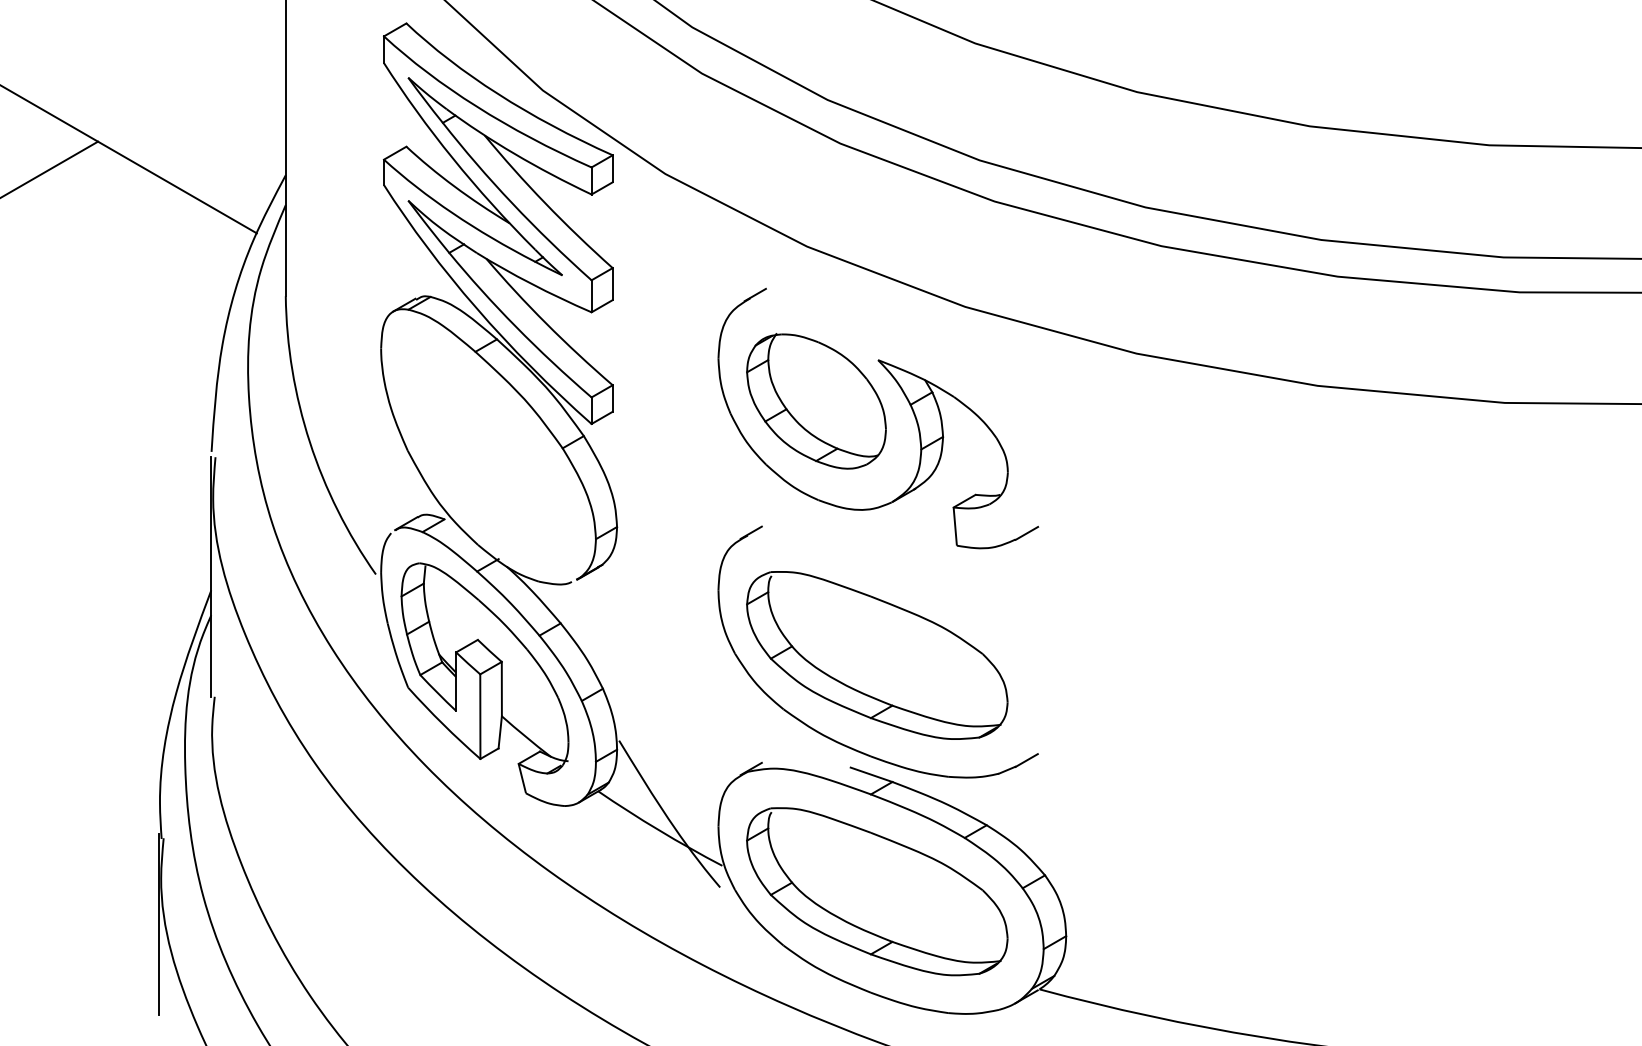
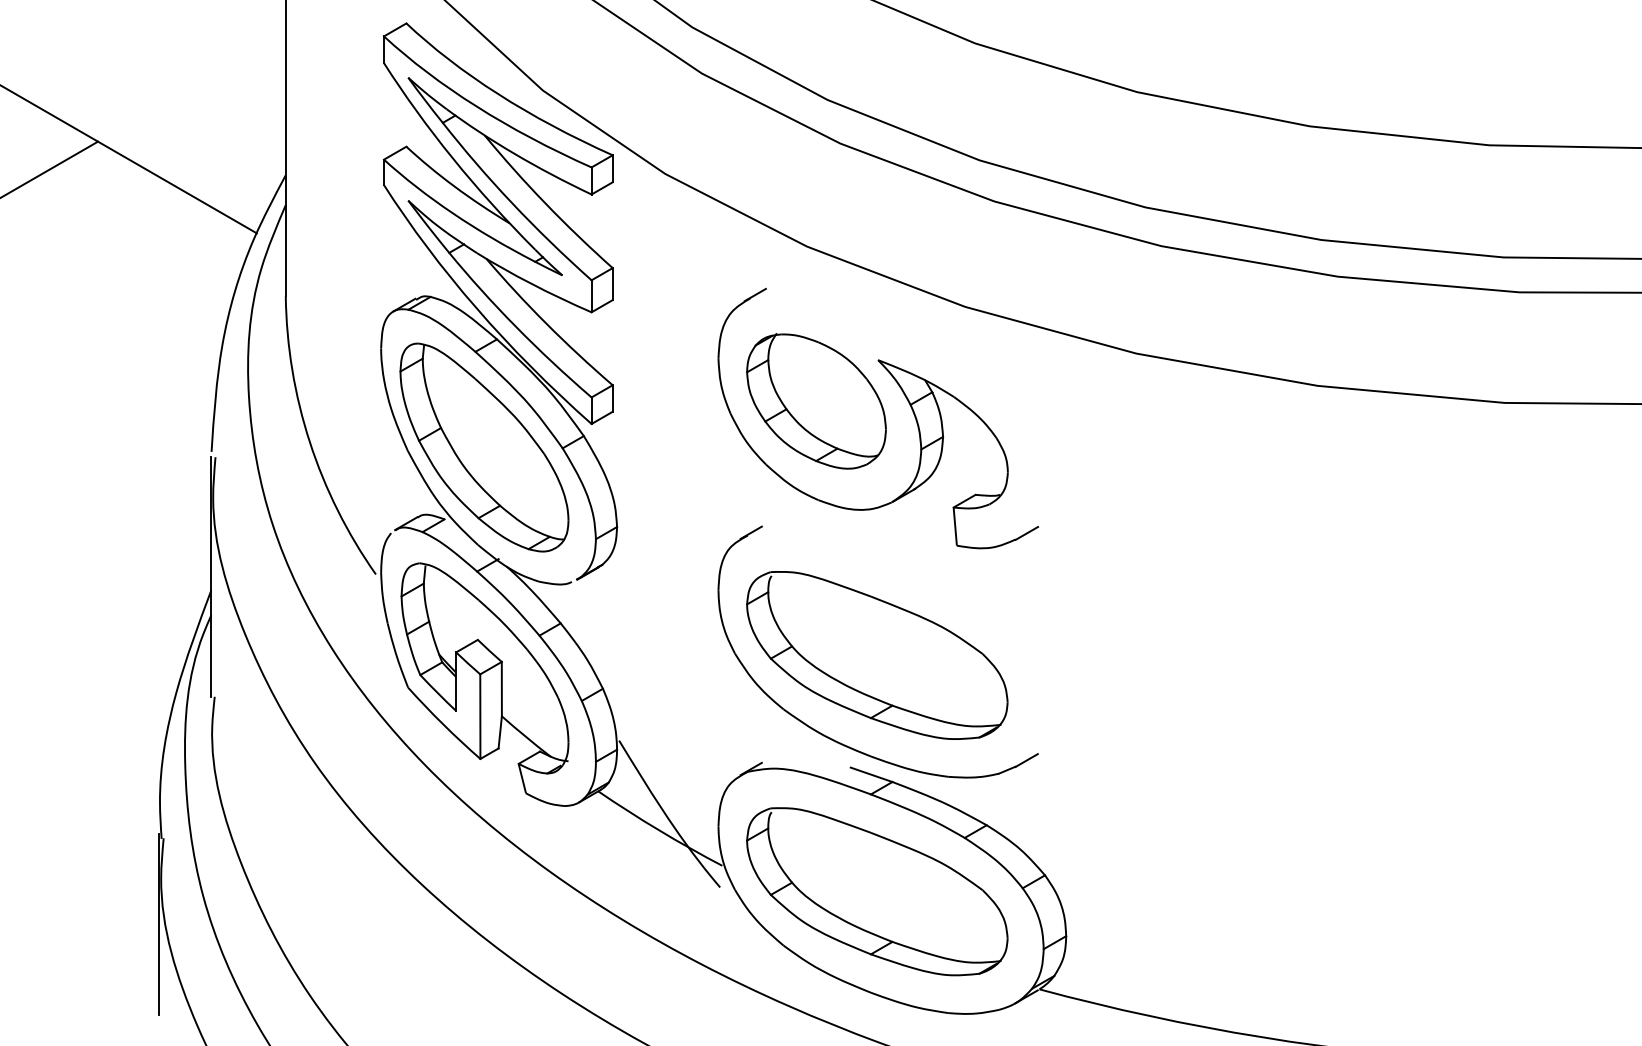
part at (484, 447): none -> present
